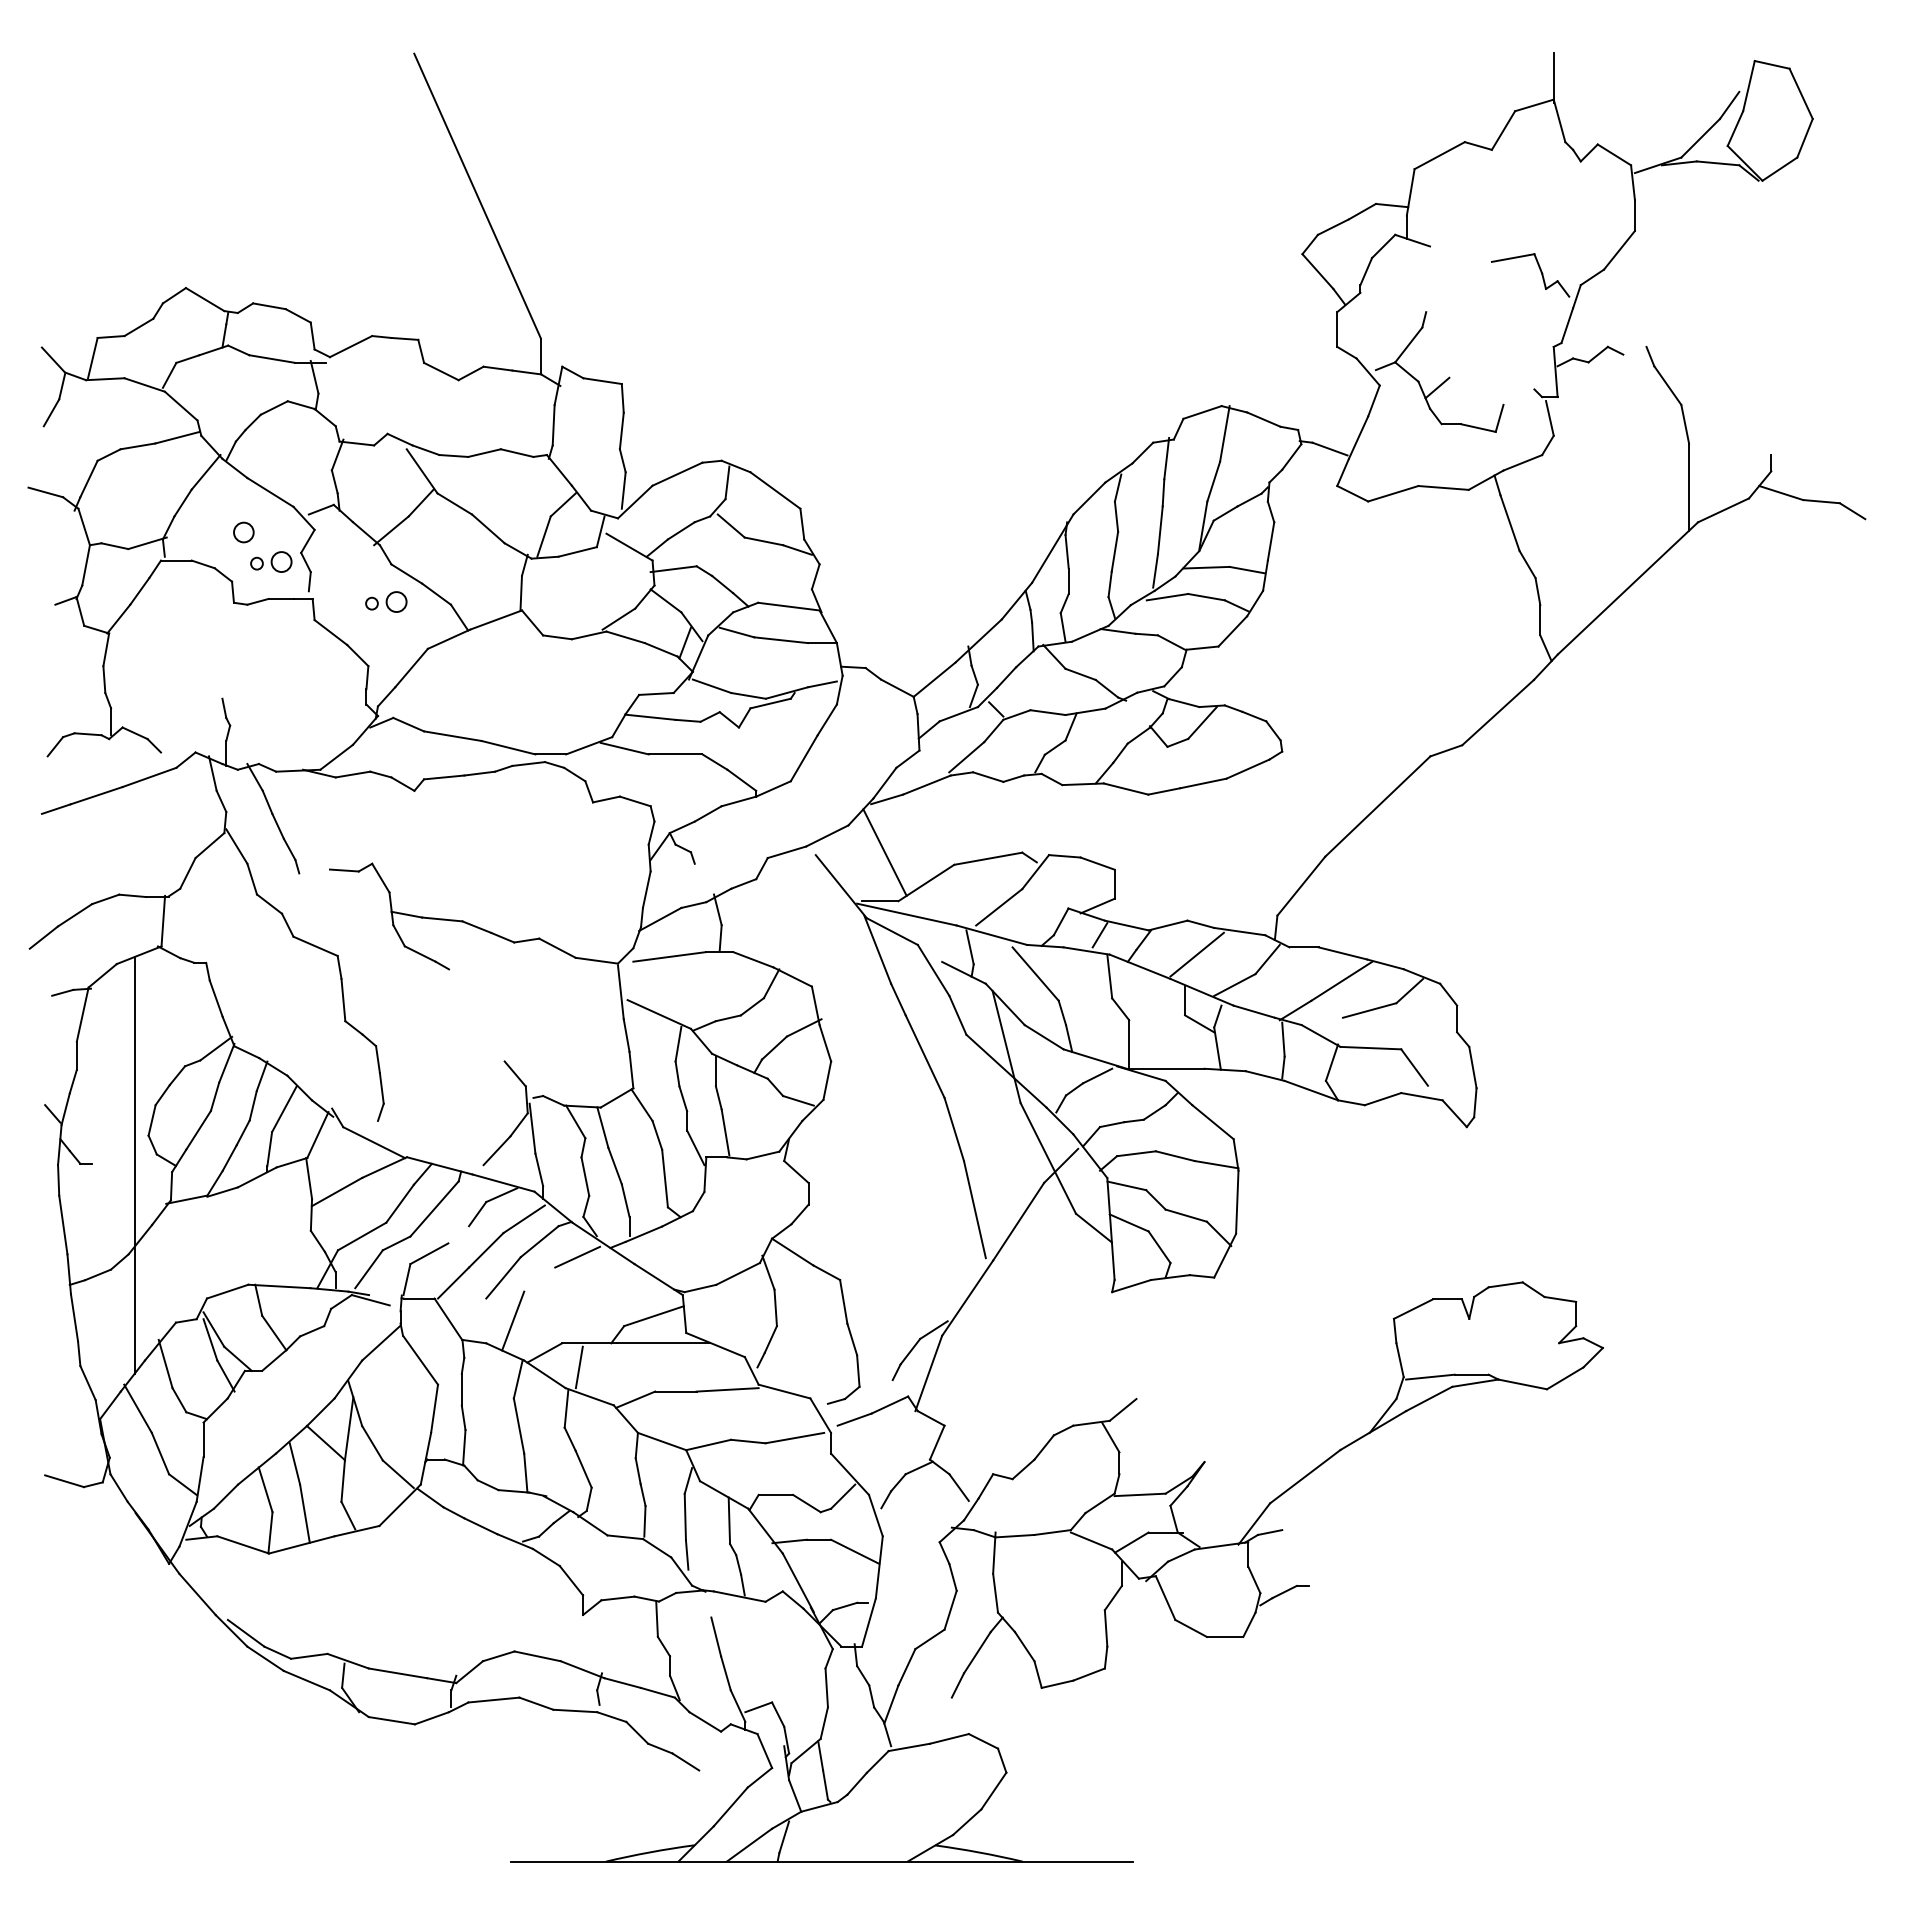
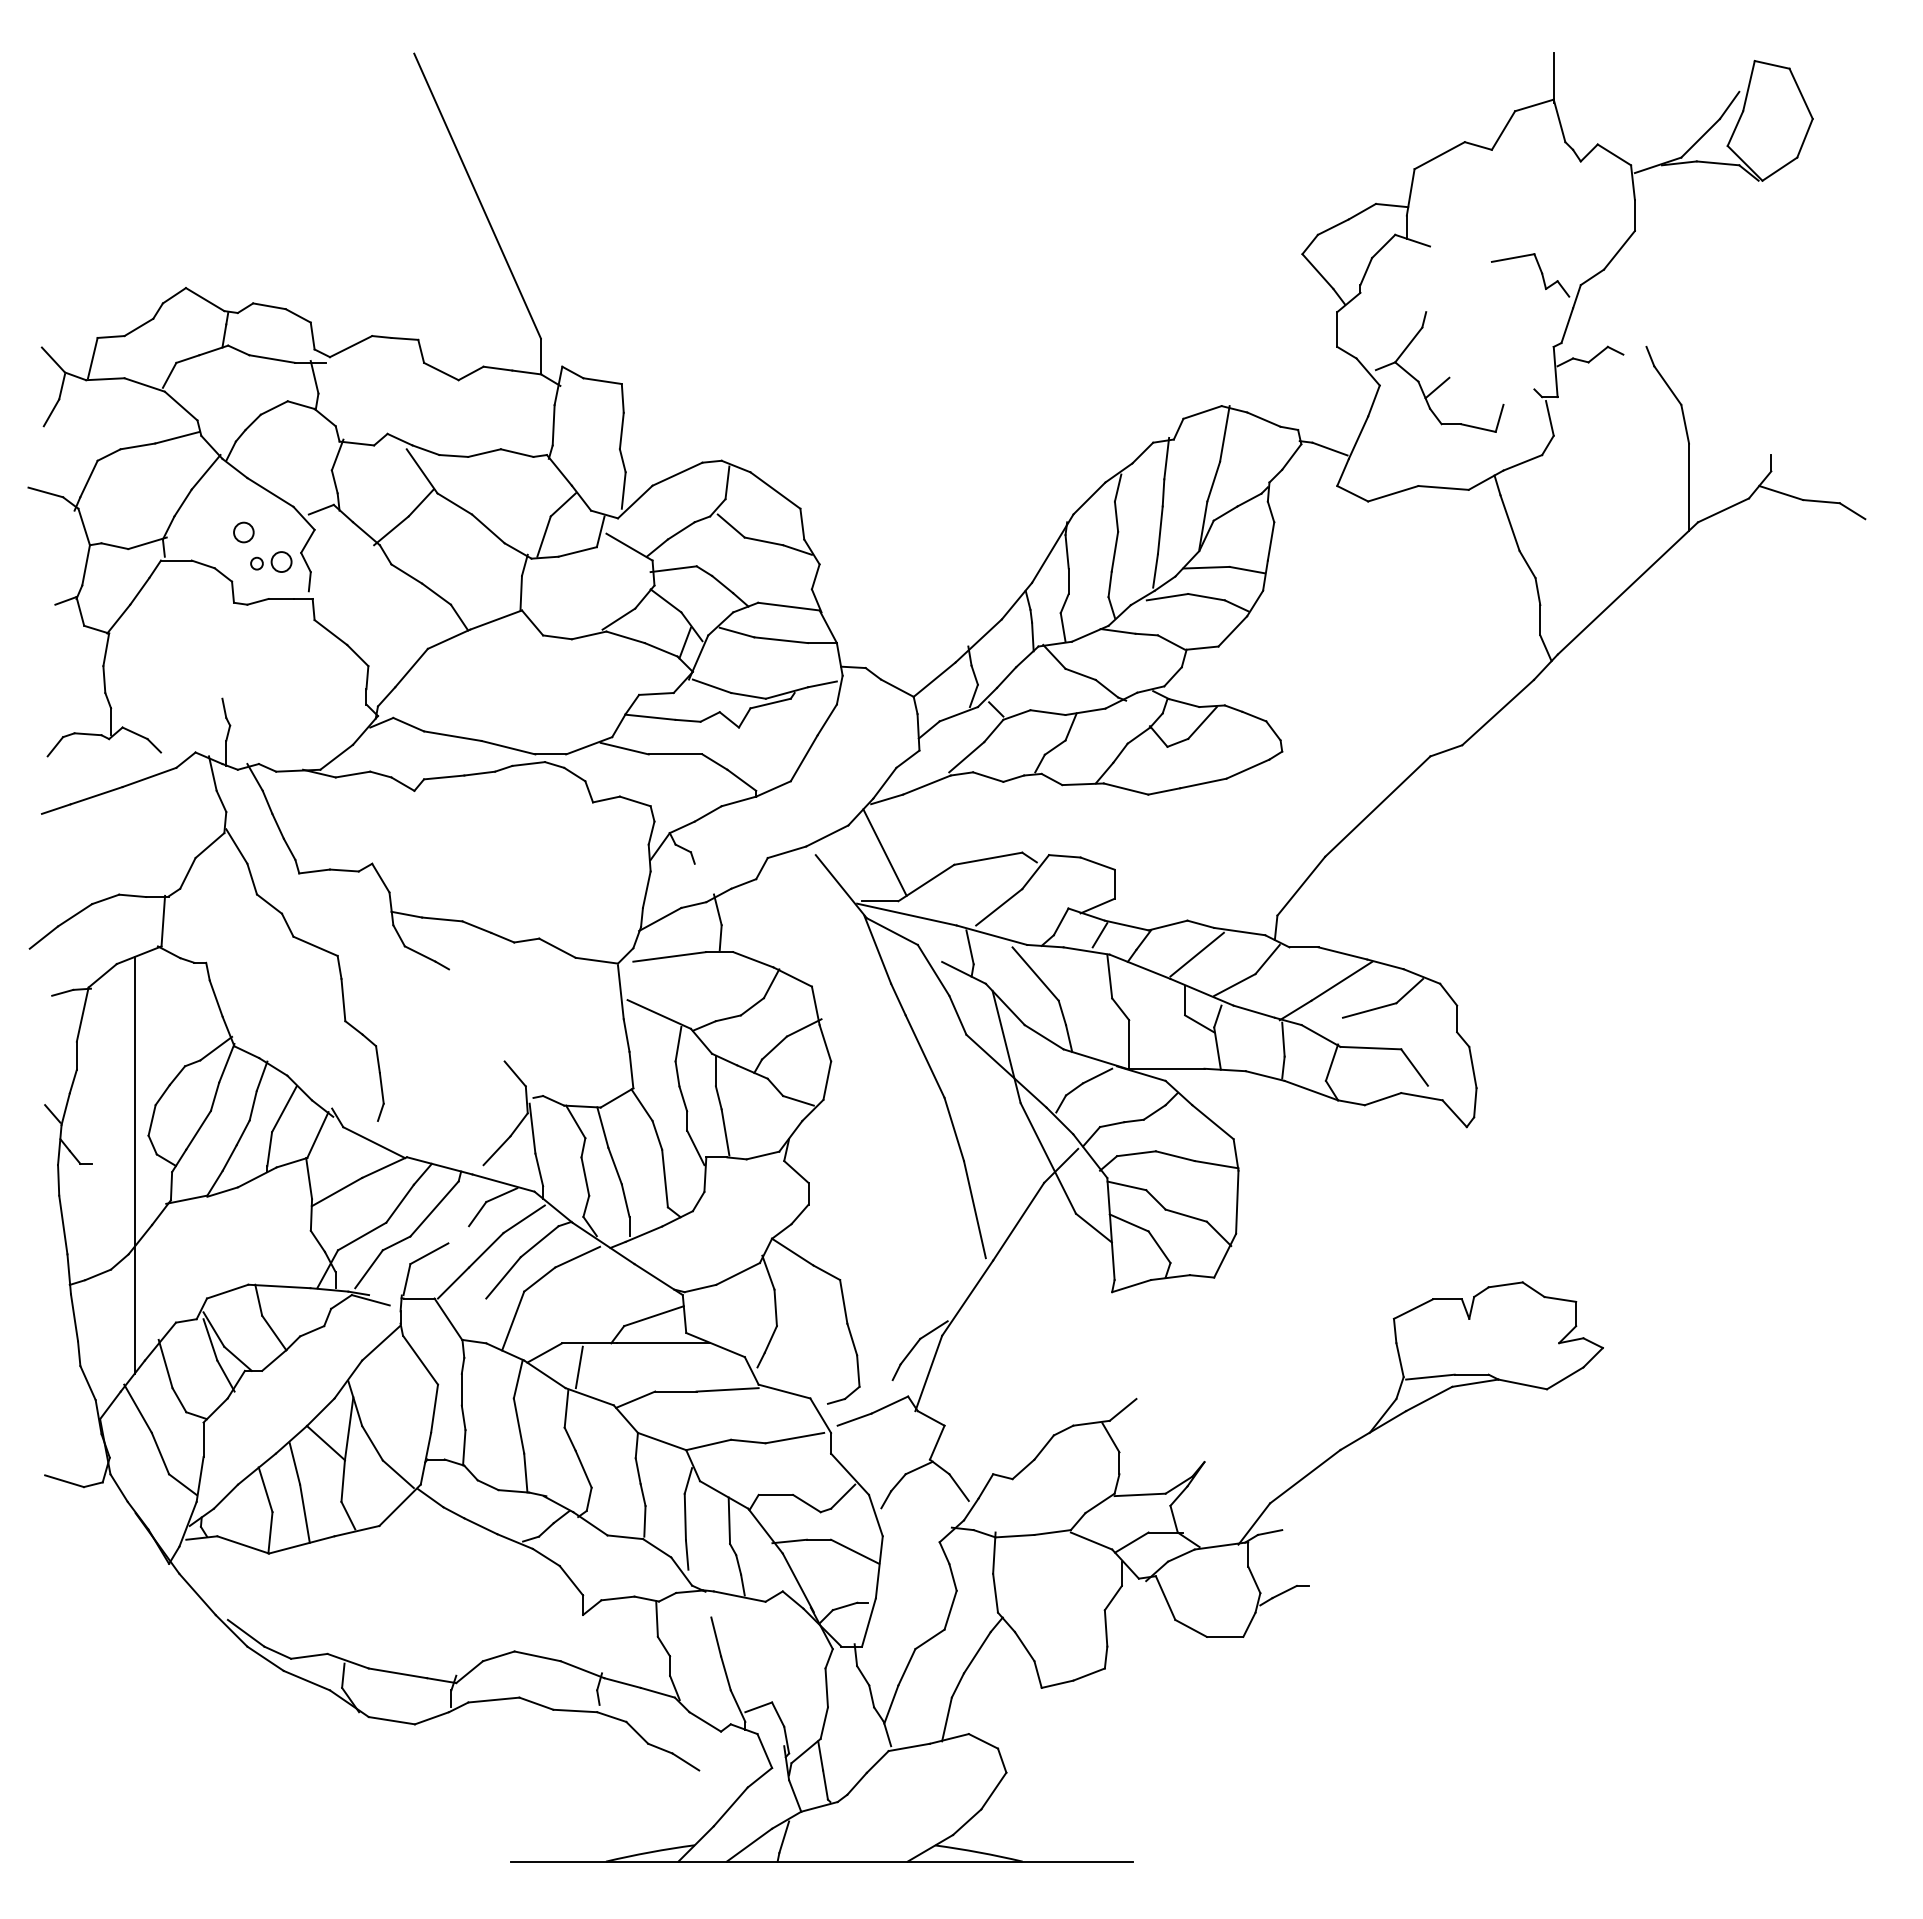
part at (386, 601): present -> none
line at (314, 871): none -> present
line at (539, 1279): none -> present
line at (946, 1719): none -> present
